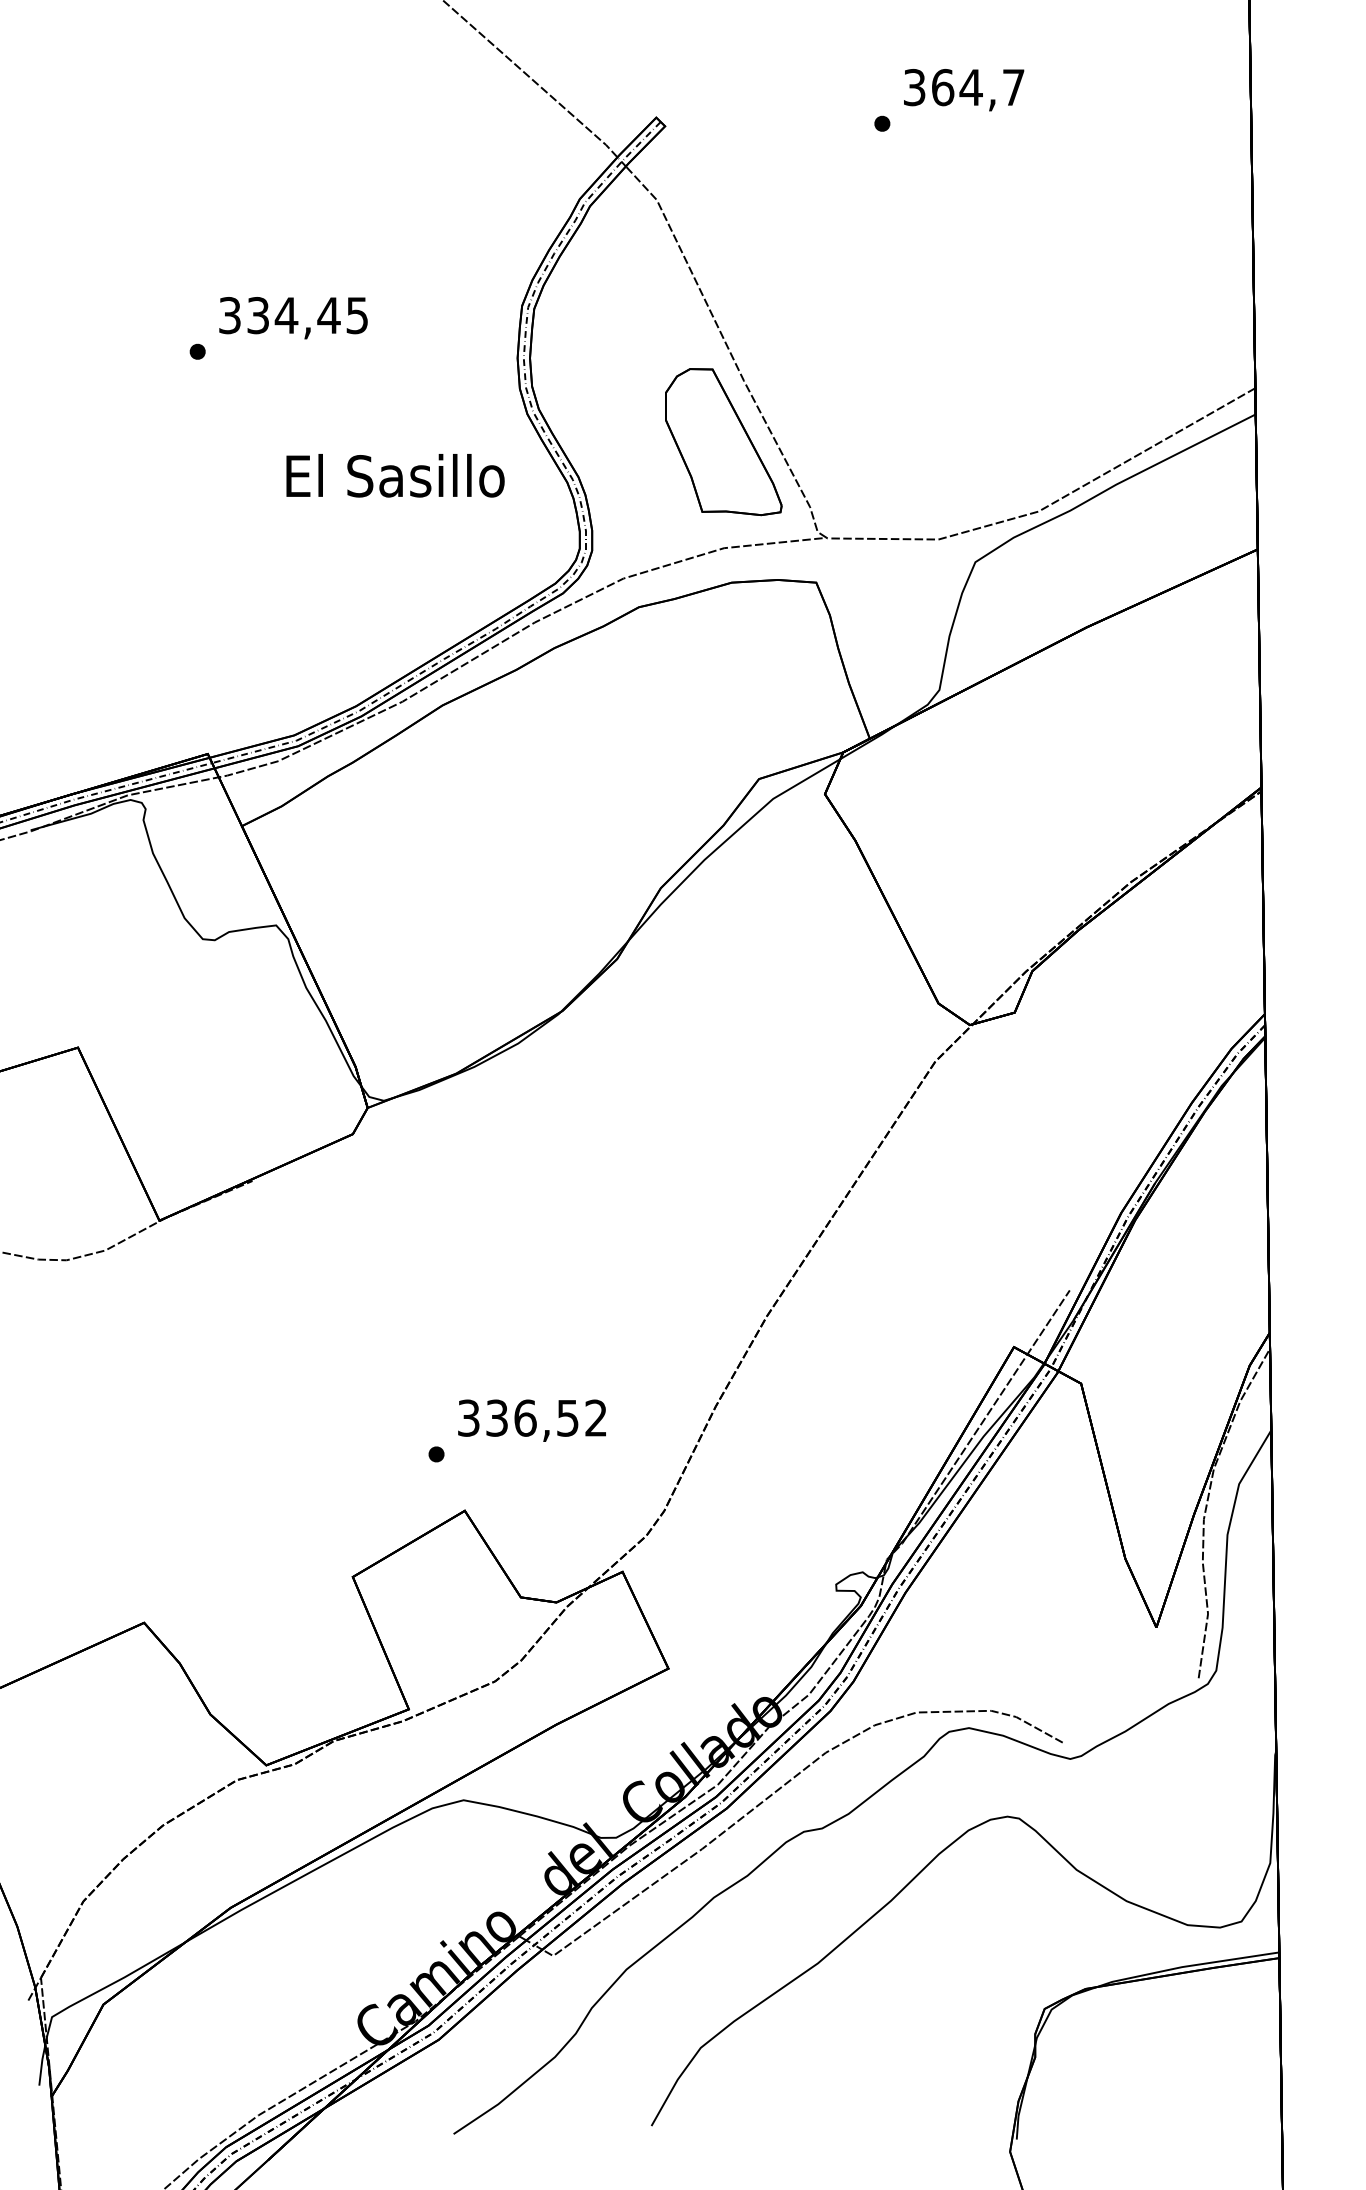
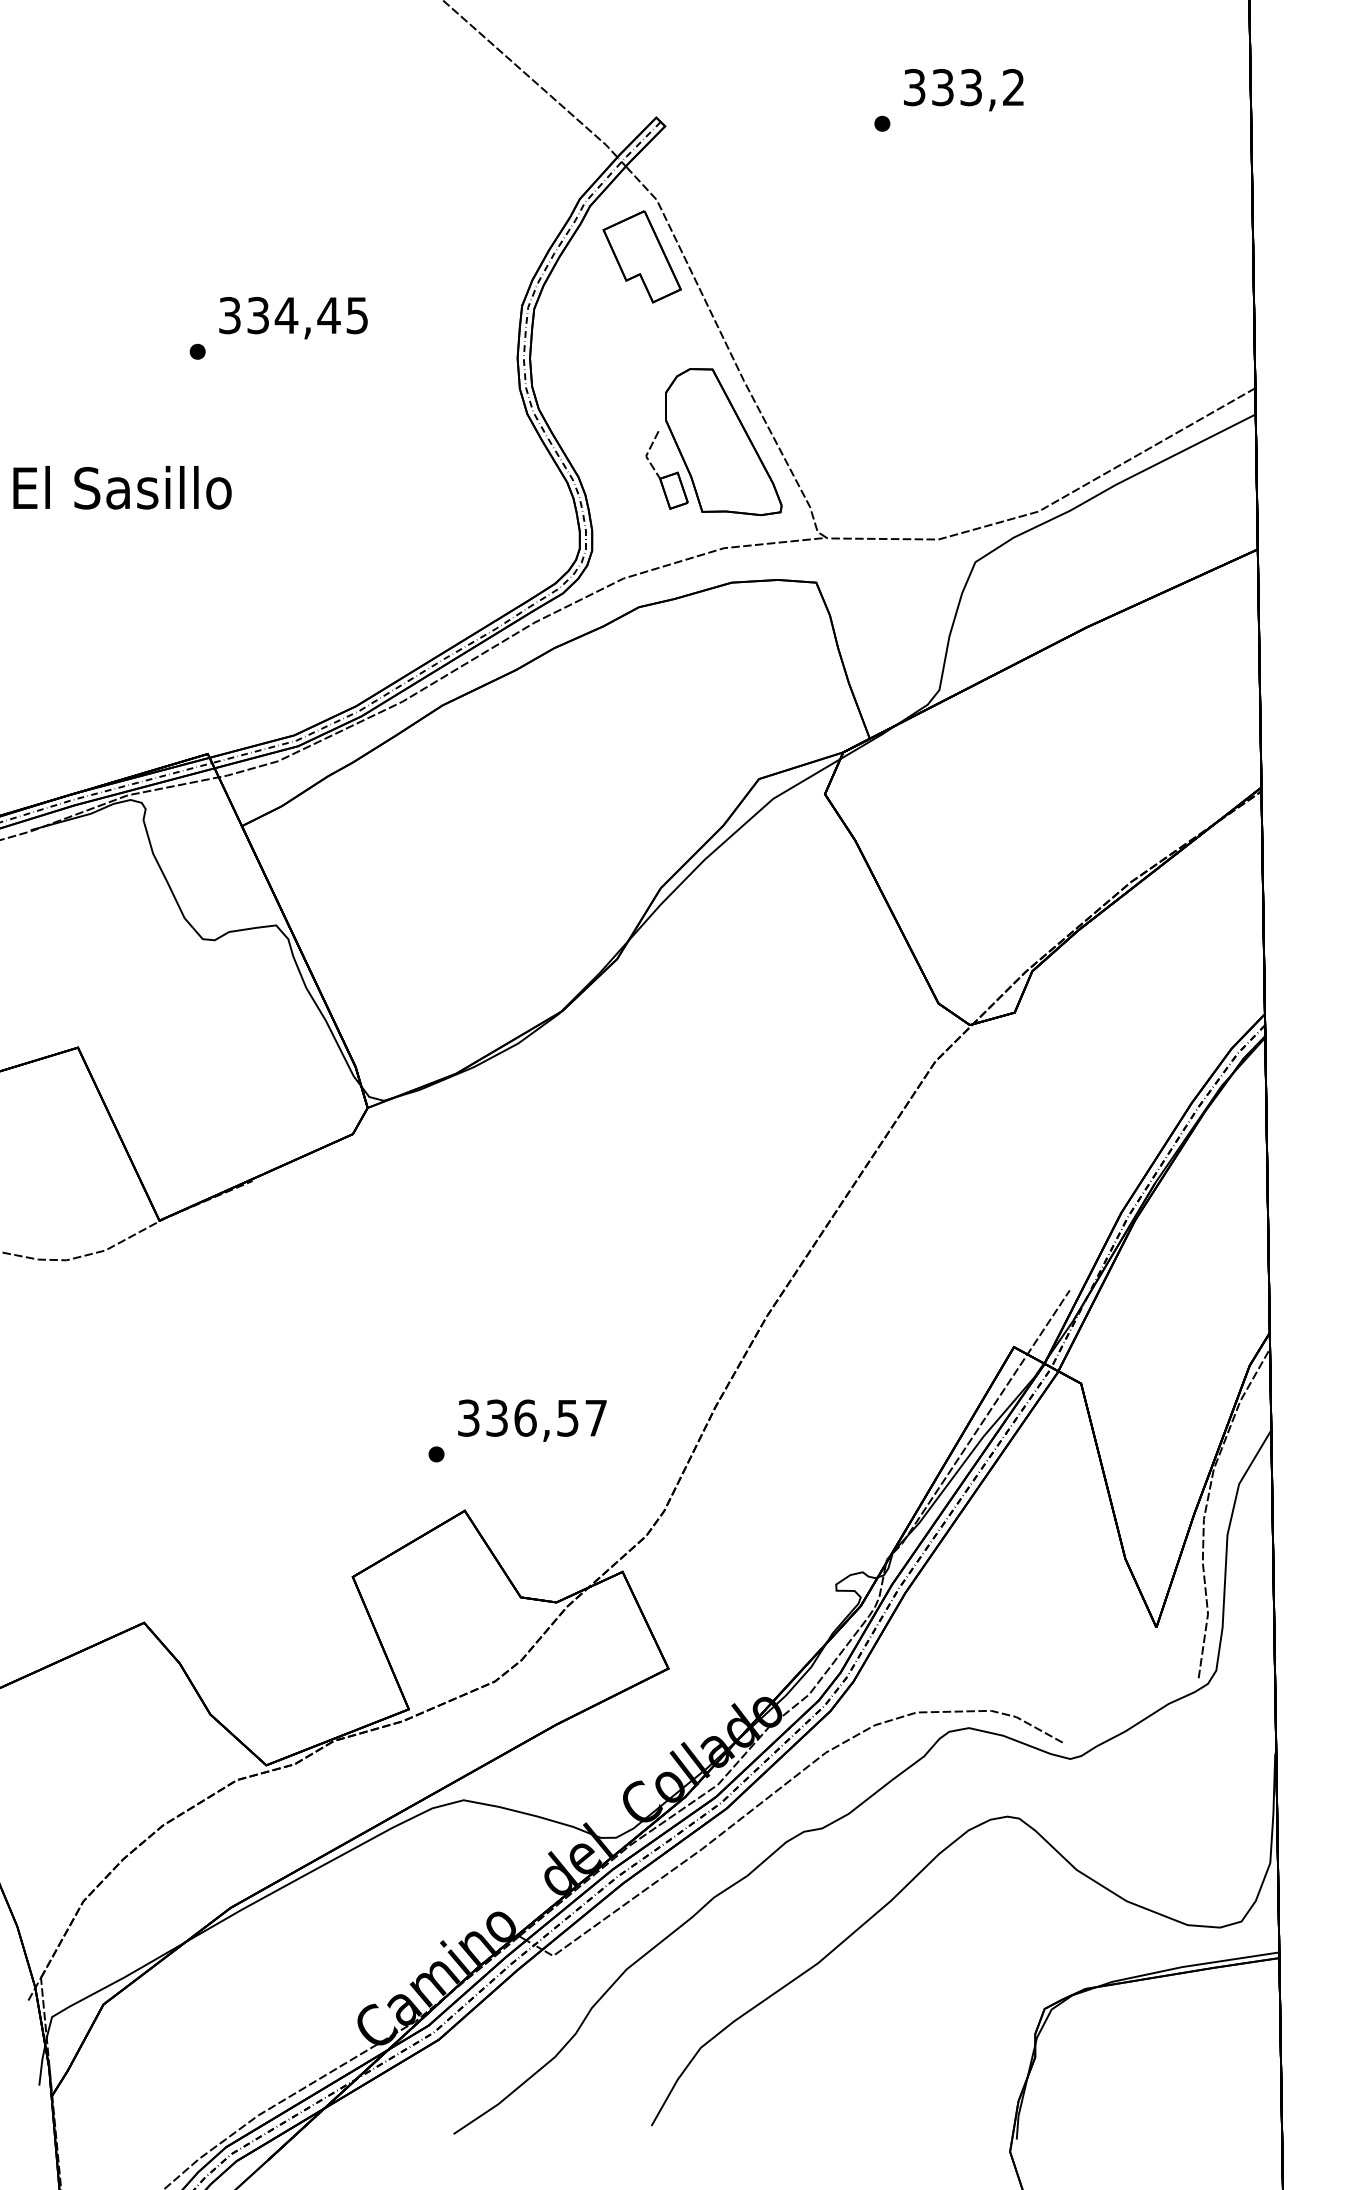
text at (978, 87): 364,7 -> 333,2
part at (641, 256): none -> present
part at (666, 470): none -> present
text at (395, 475) position: (395, 475) -> (122, 487)
text at (595, 1417): 336,52 -> 336,57
